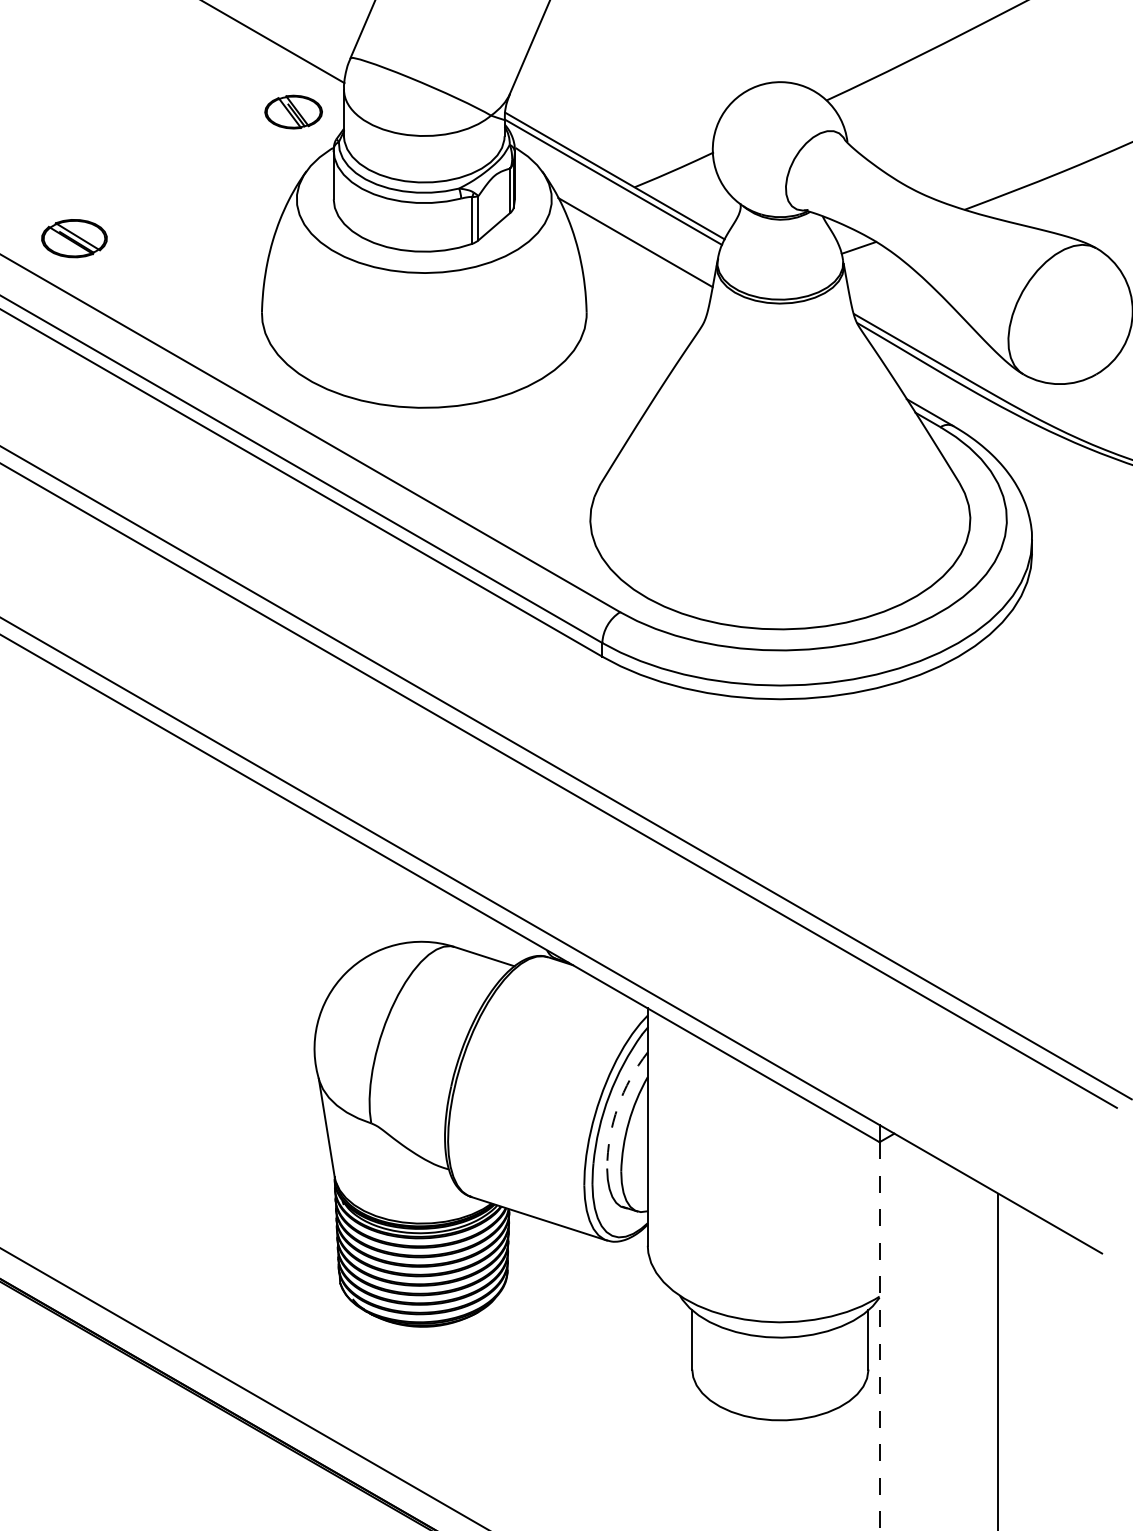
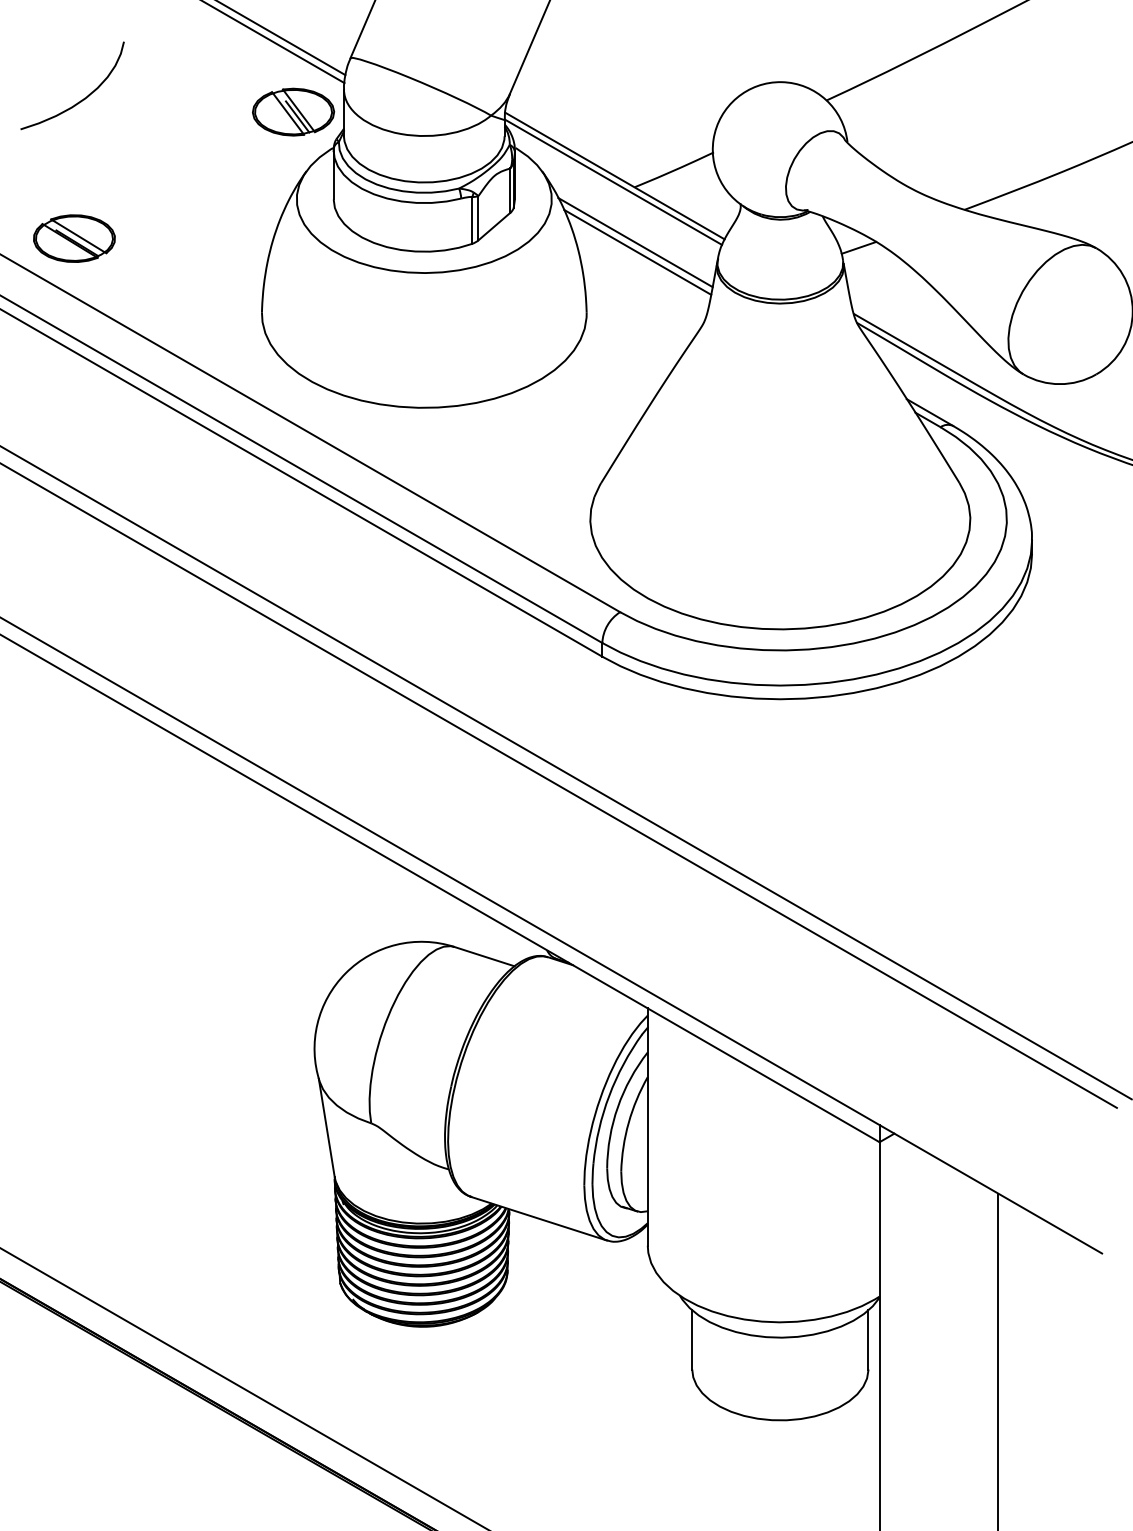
line at (281, 38): none -> present
curve at (81, 99): none -> present
part at (293, 111) size: 59x36 px -> 84x50 px
part at (74, 238) size: 67x40 px -> 83x49 px
line at (637, 251): none -> present
arc at (617, 1107): dashed -> solid
line at (879, 1336): dashed -> solid
